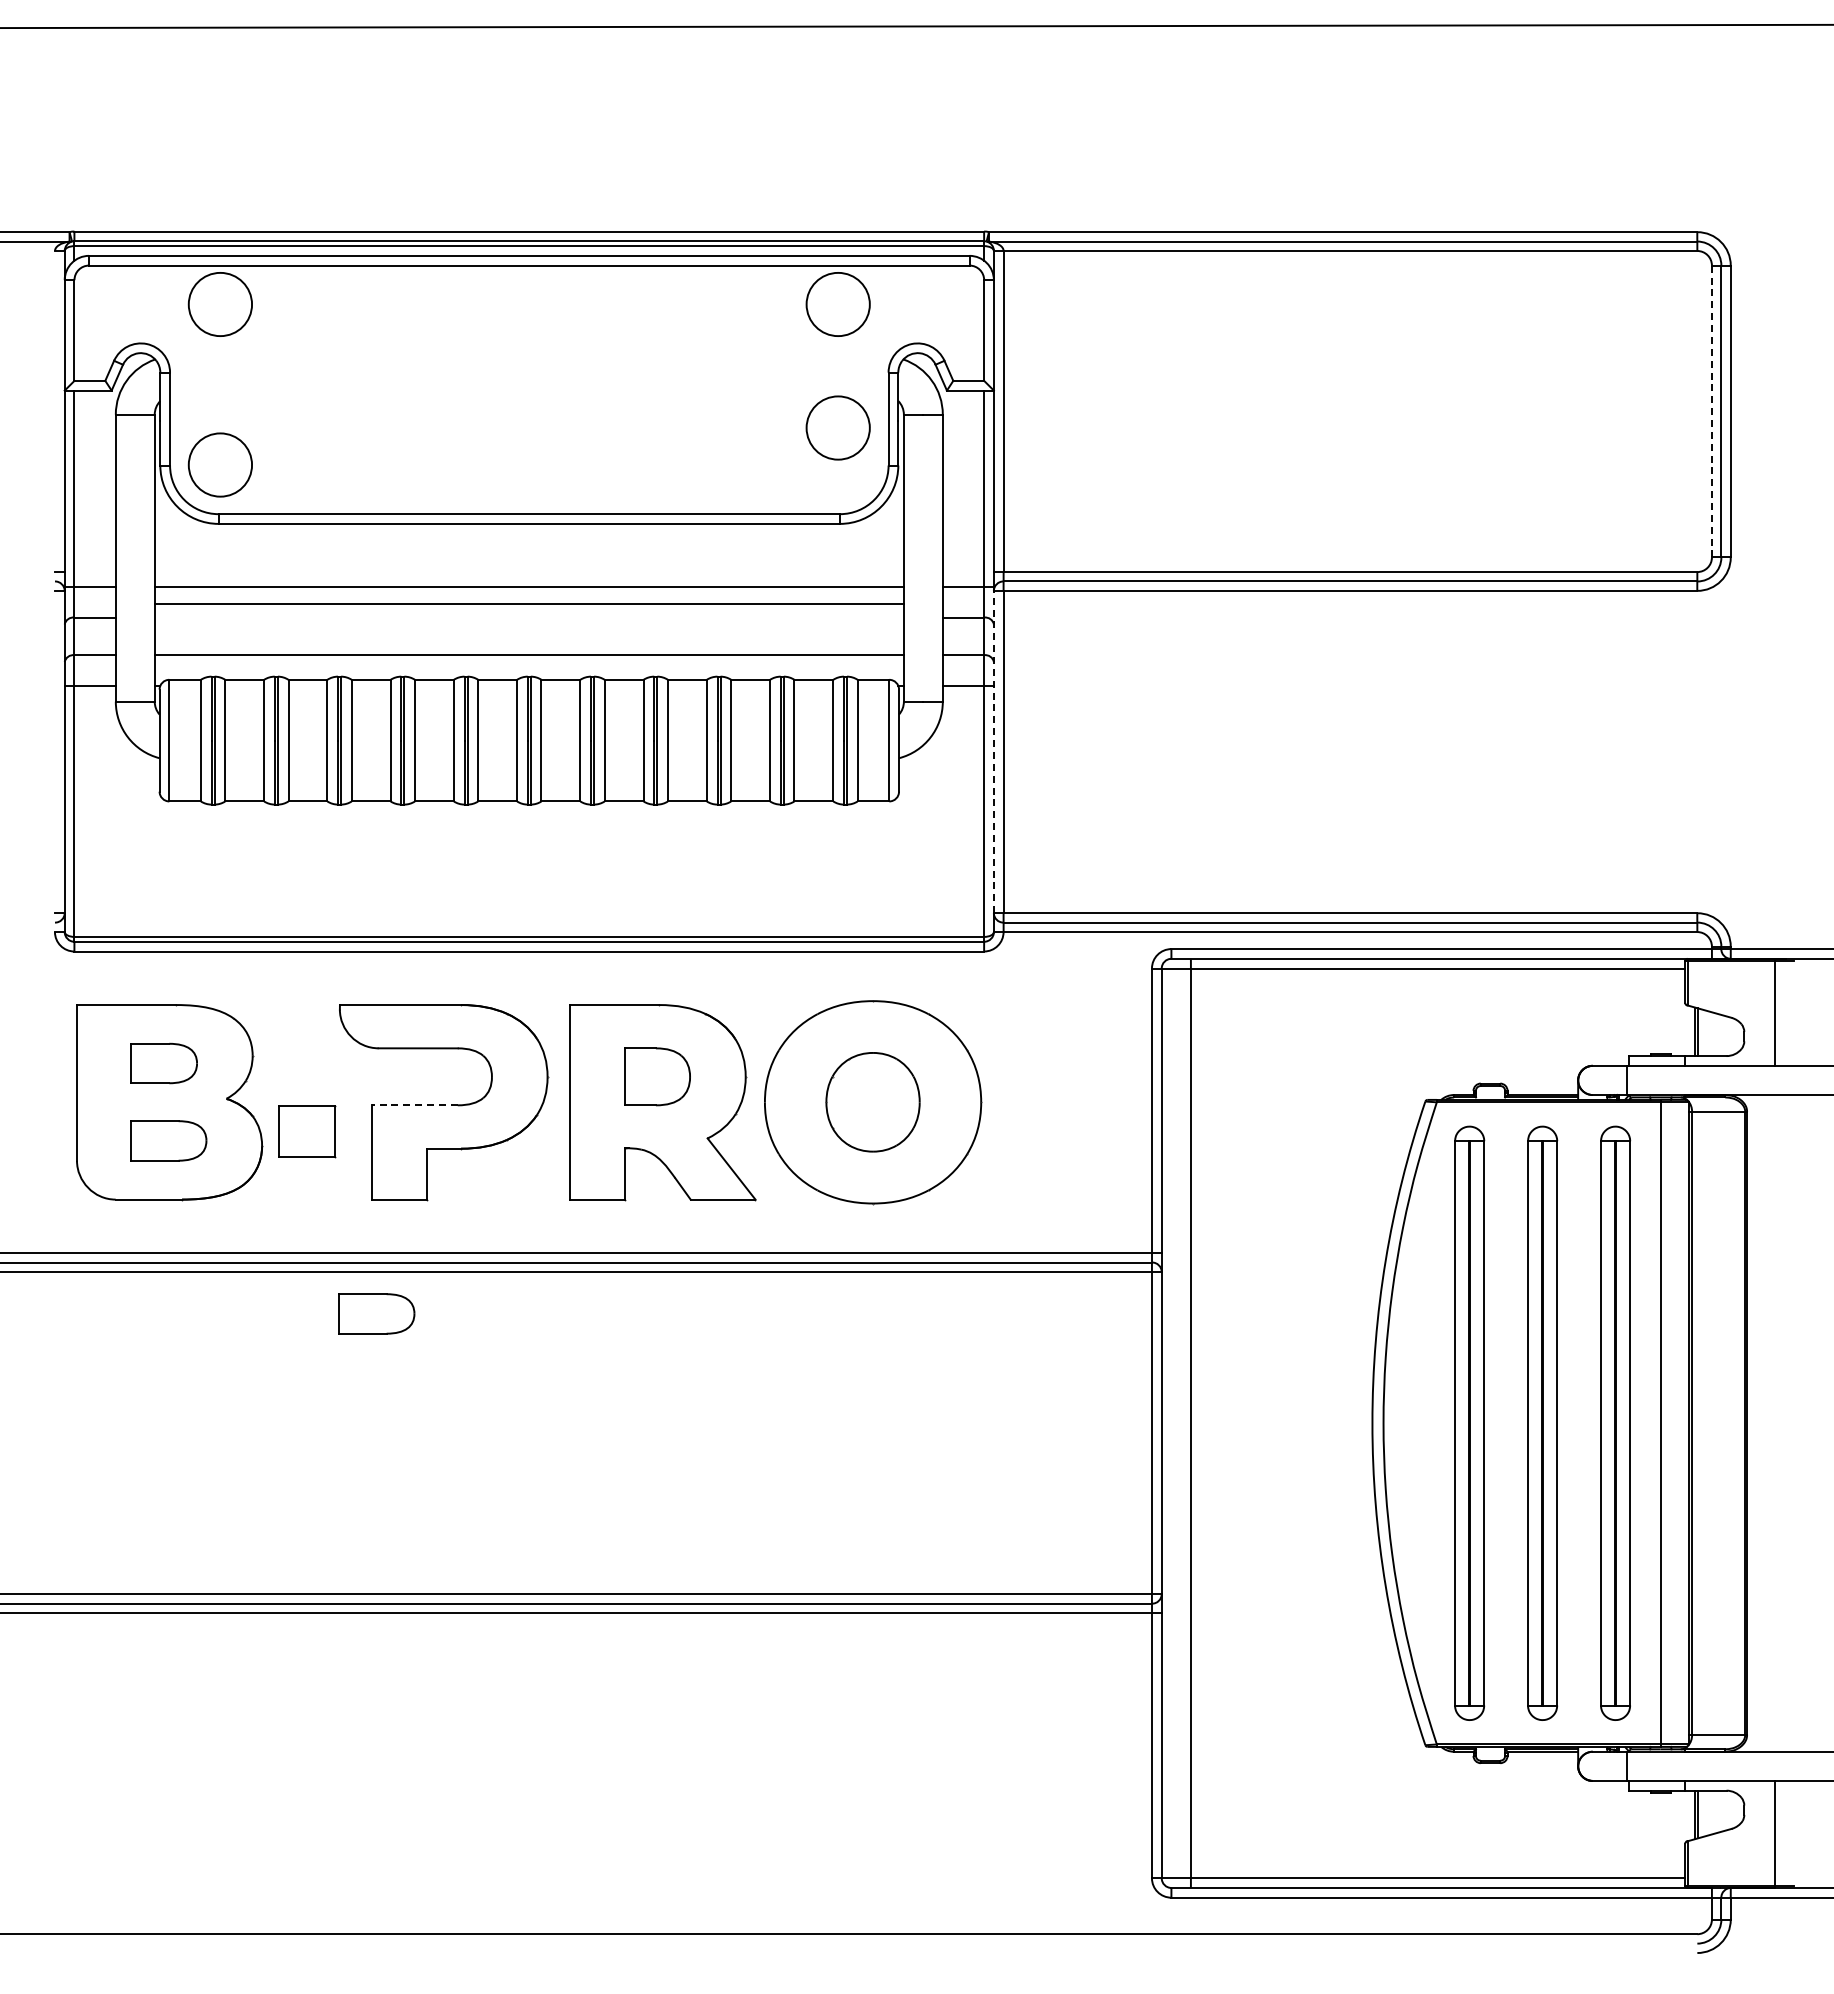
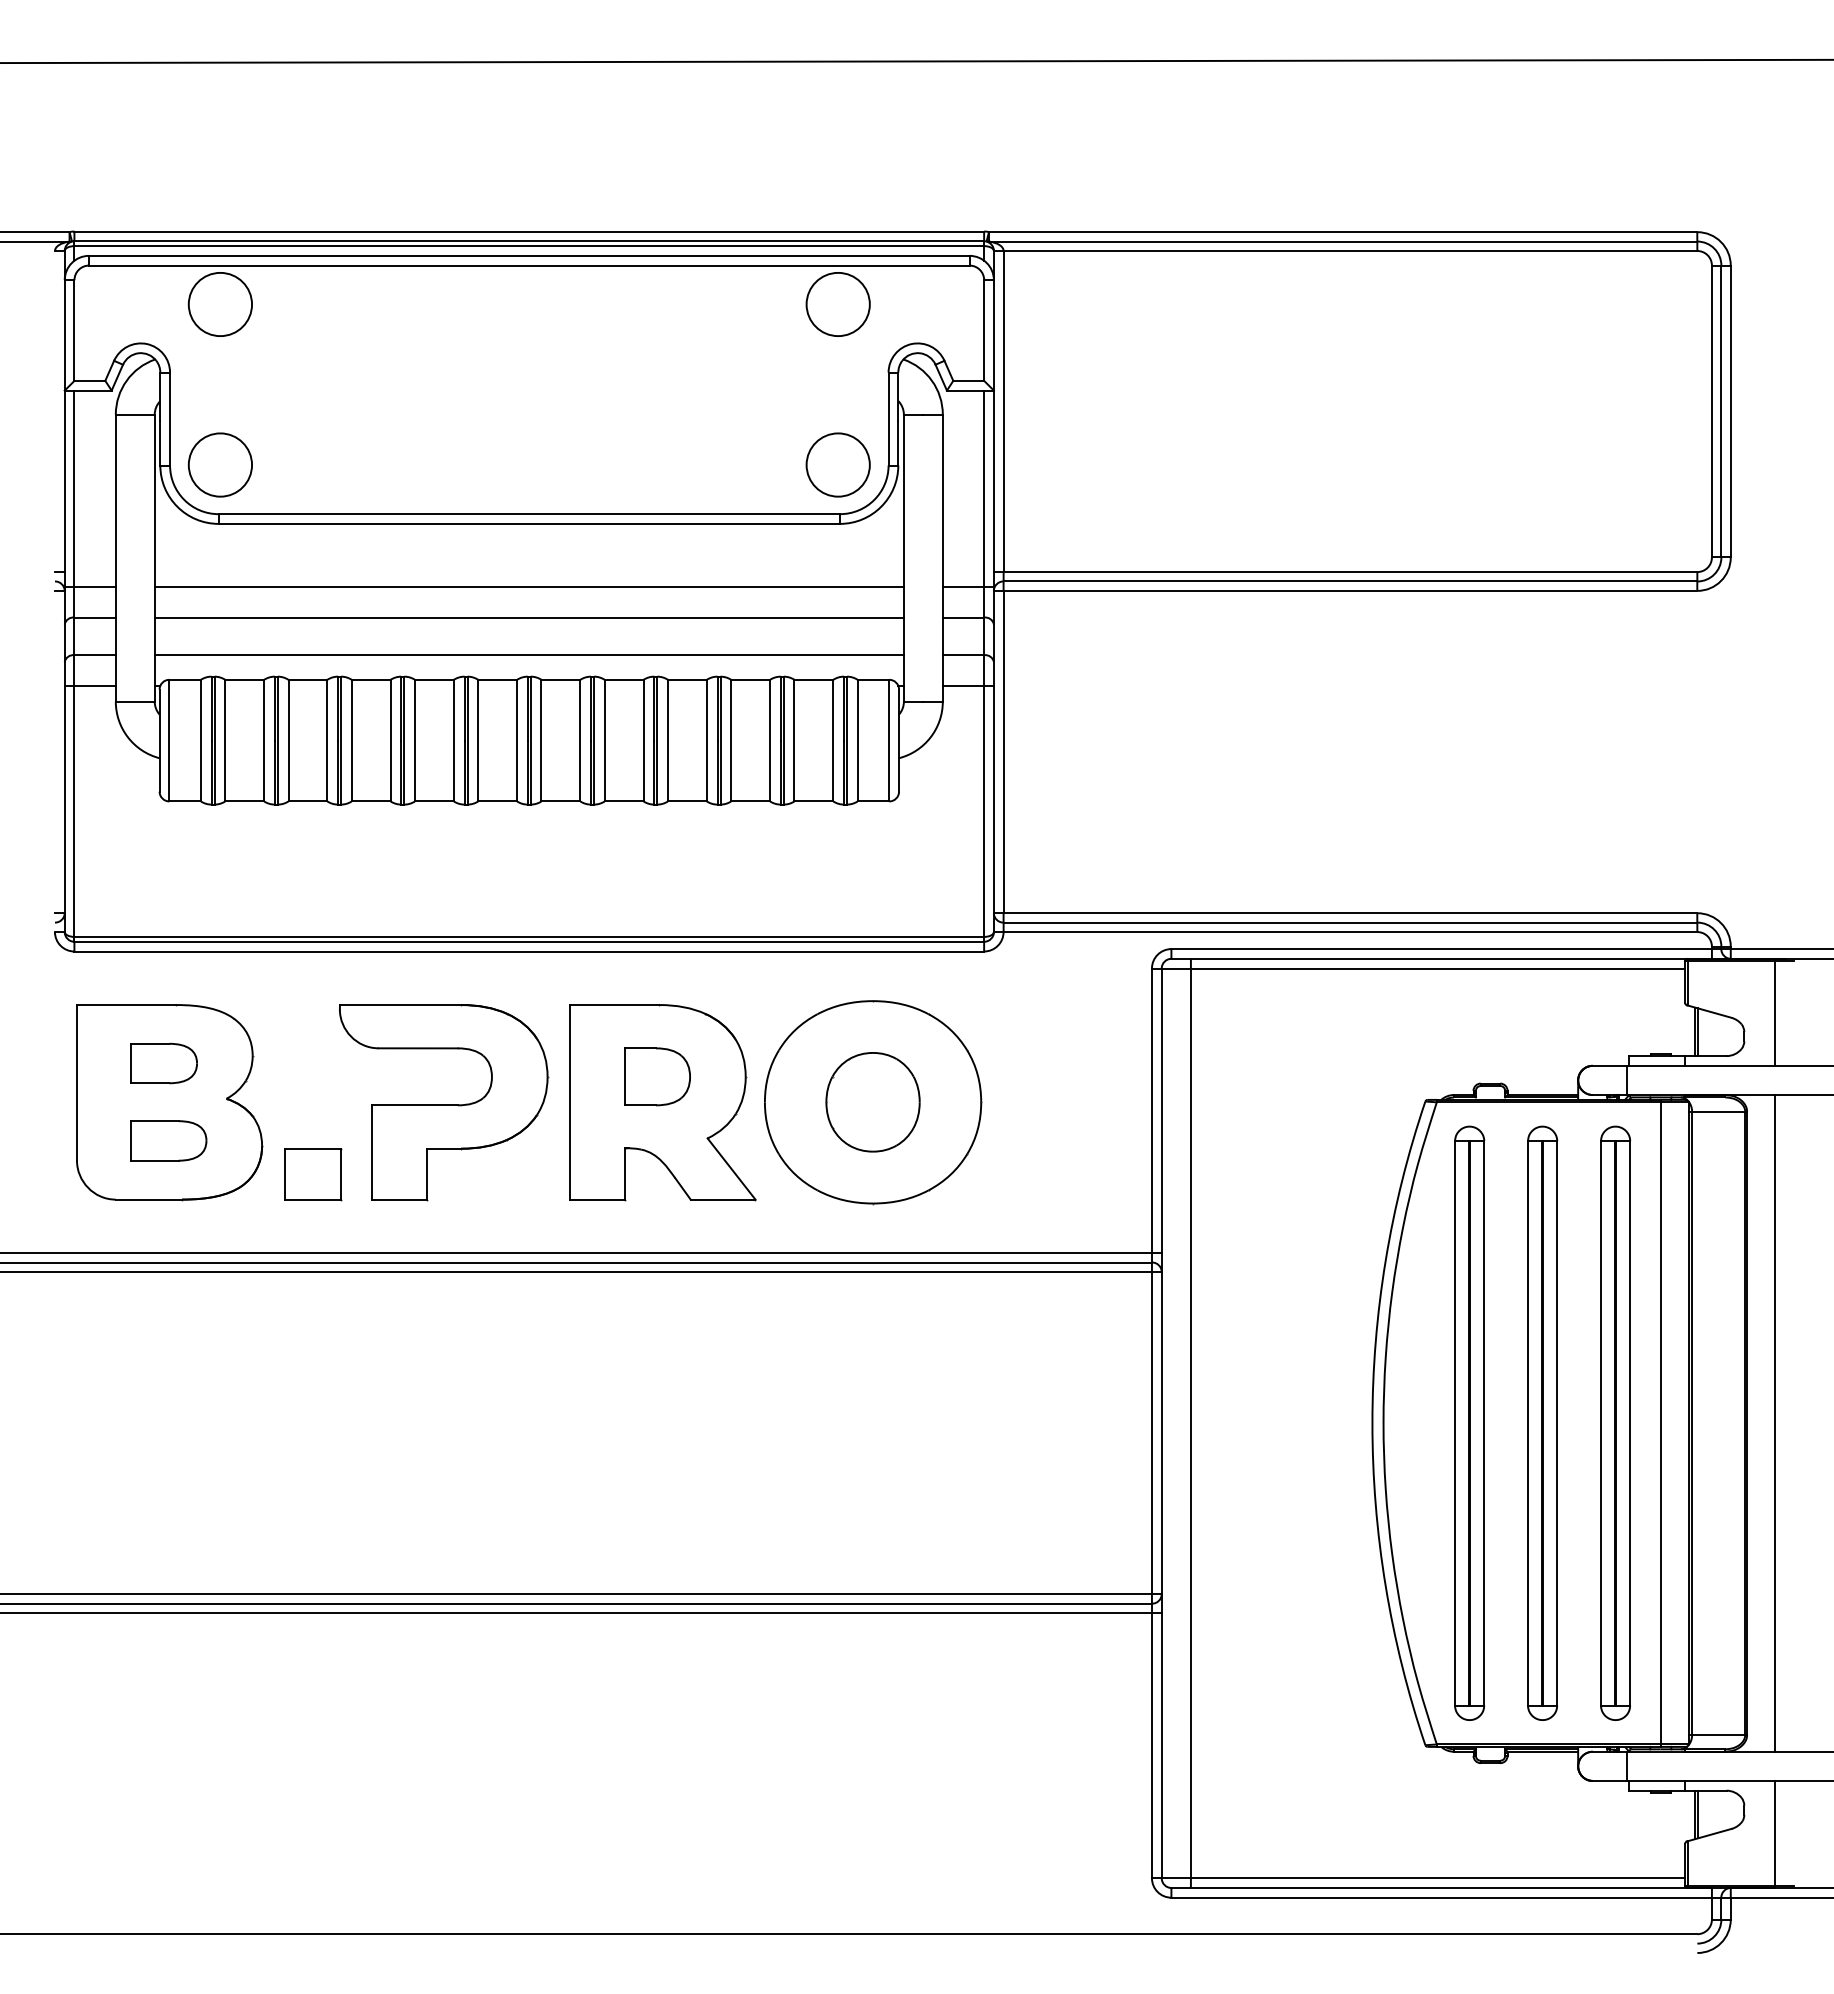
line at (916, 26) position: (916, 26) -> (916, 61)
line at (1711, 411): dashed -> solid
circle at (837, 427) position: (837, 427) -> (837, 464)
line at (528, 603) position: (528, 603) -> (528, 617)
line at (993, 751): dashed -> solid
line at (414, 1105): dashed -> solid
part at (307, 1131) position: (307, 1131) -> (313, 1174)
part at (376, 1313): present -> none
line at (1775, 1423): none -> present
